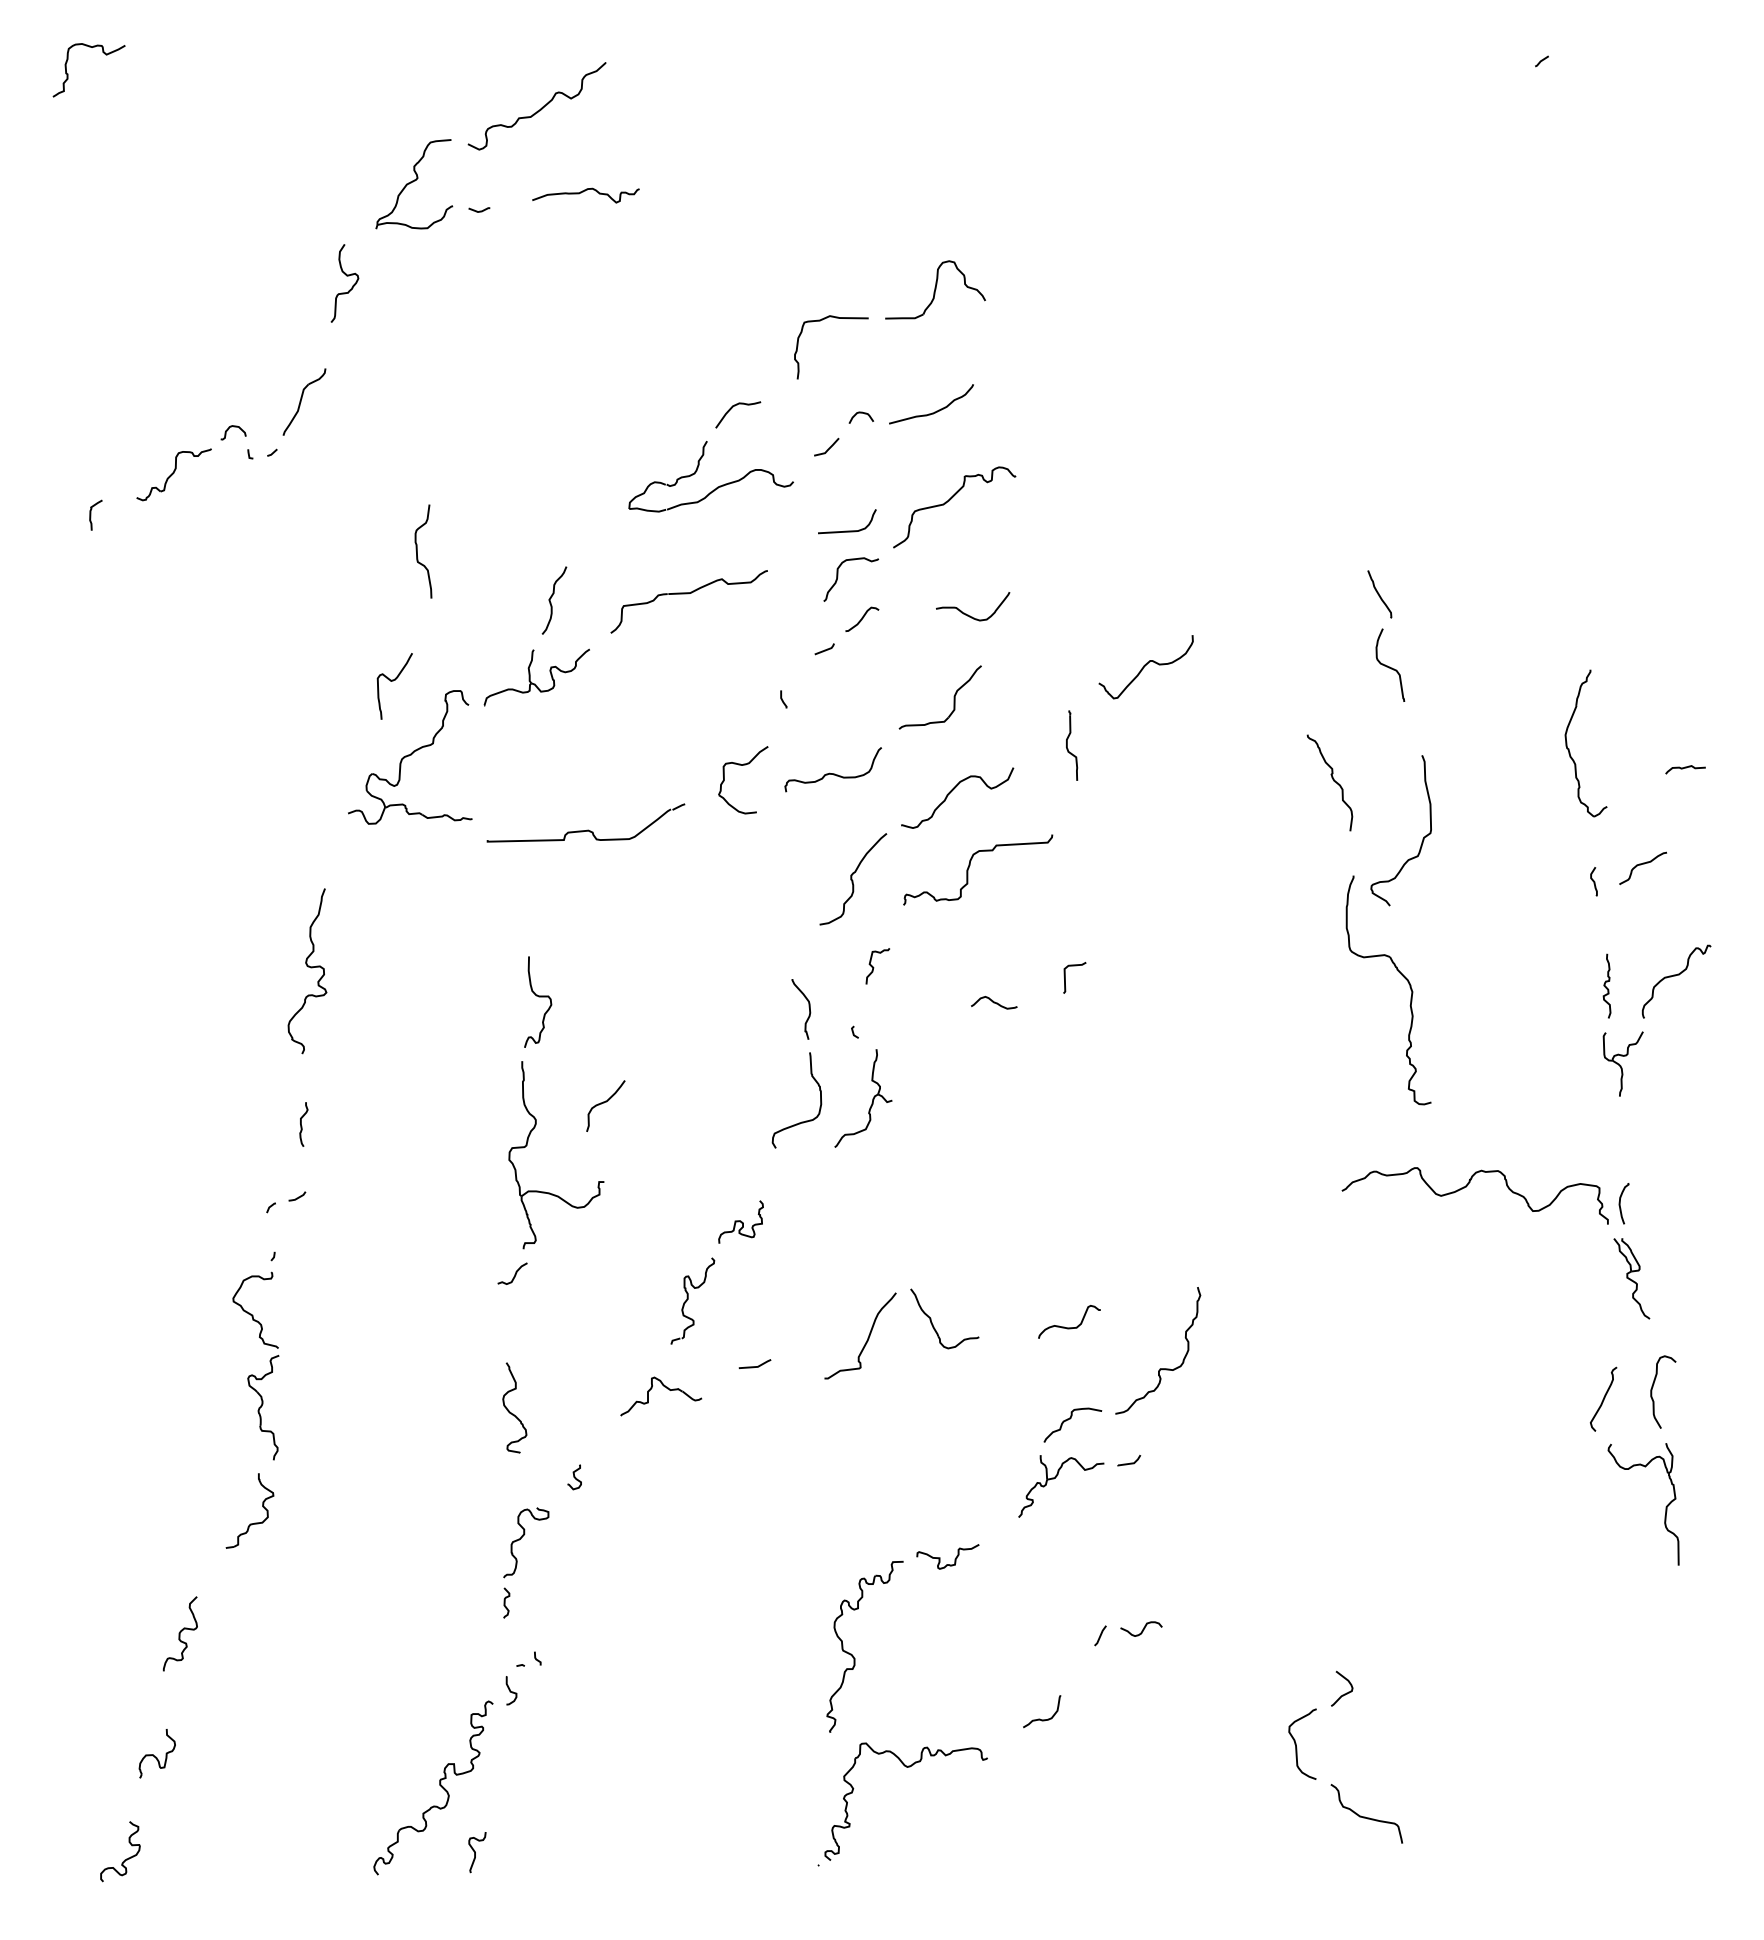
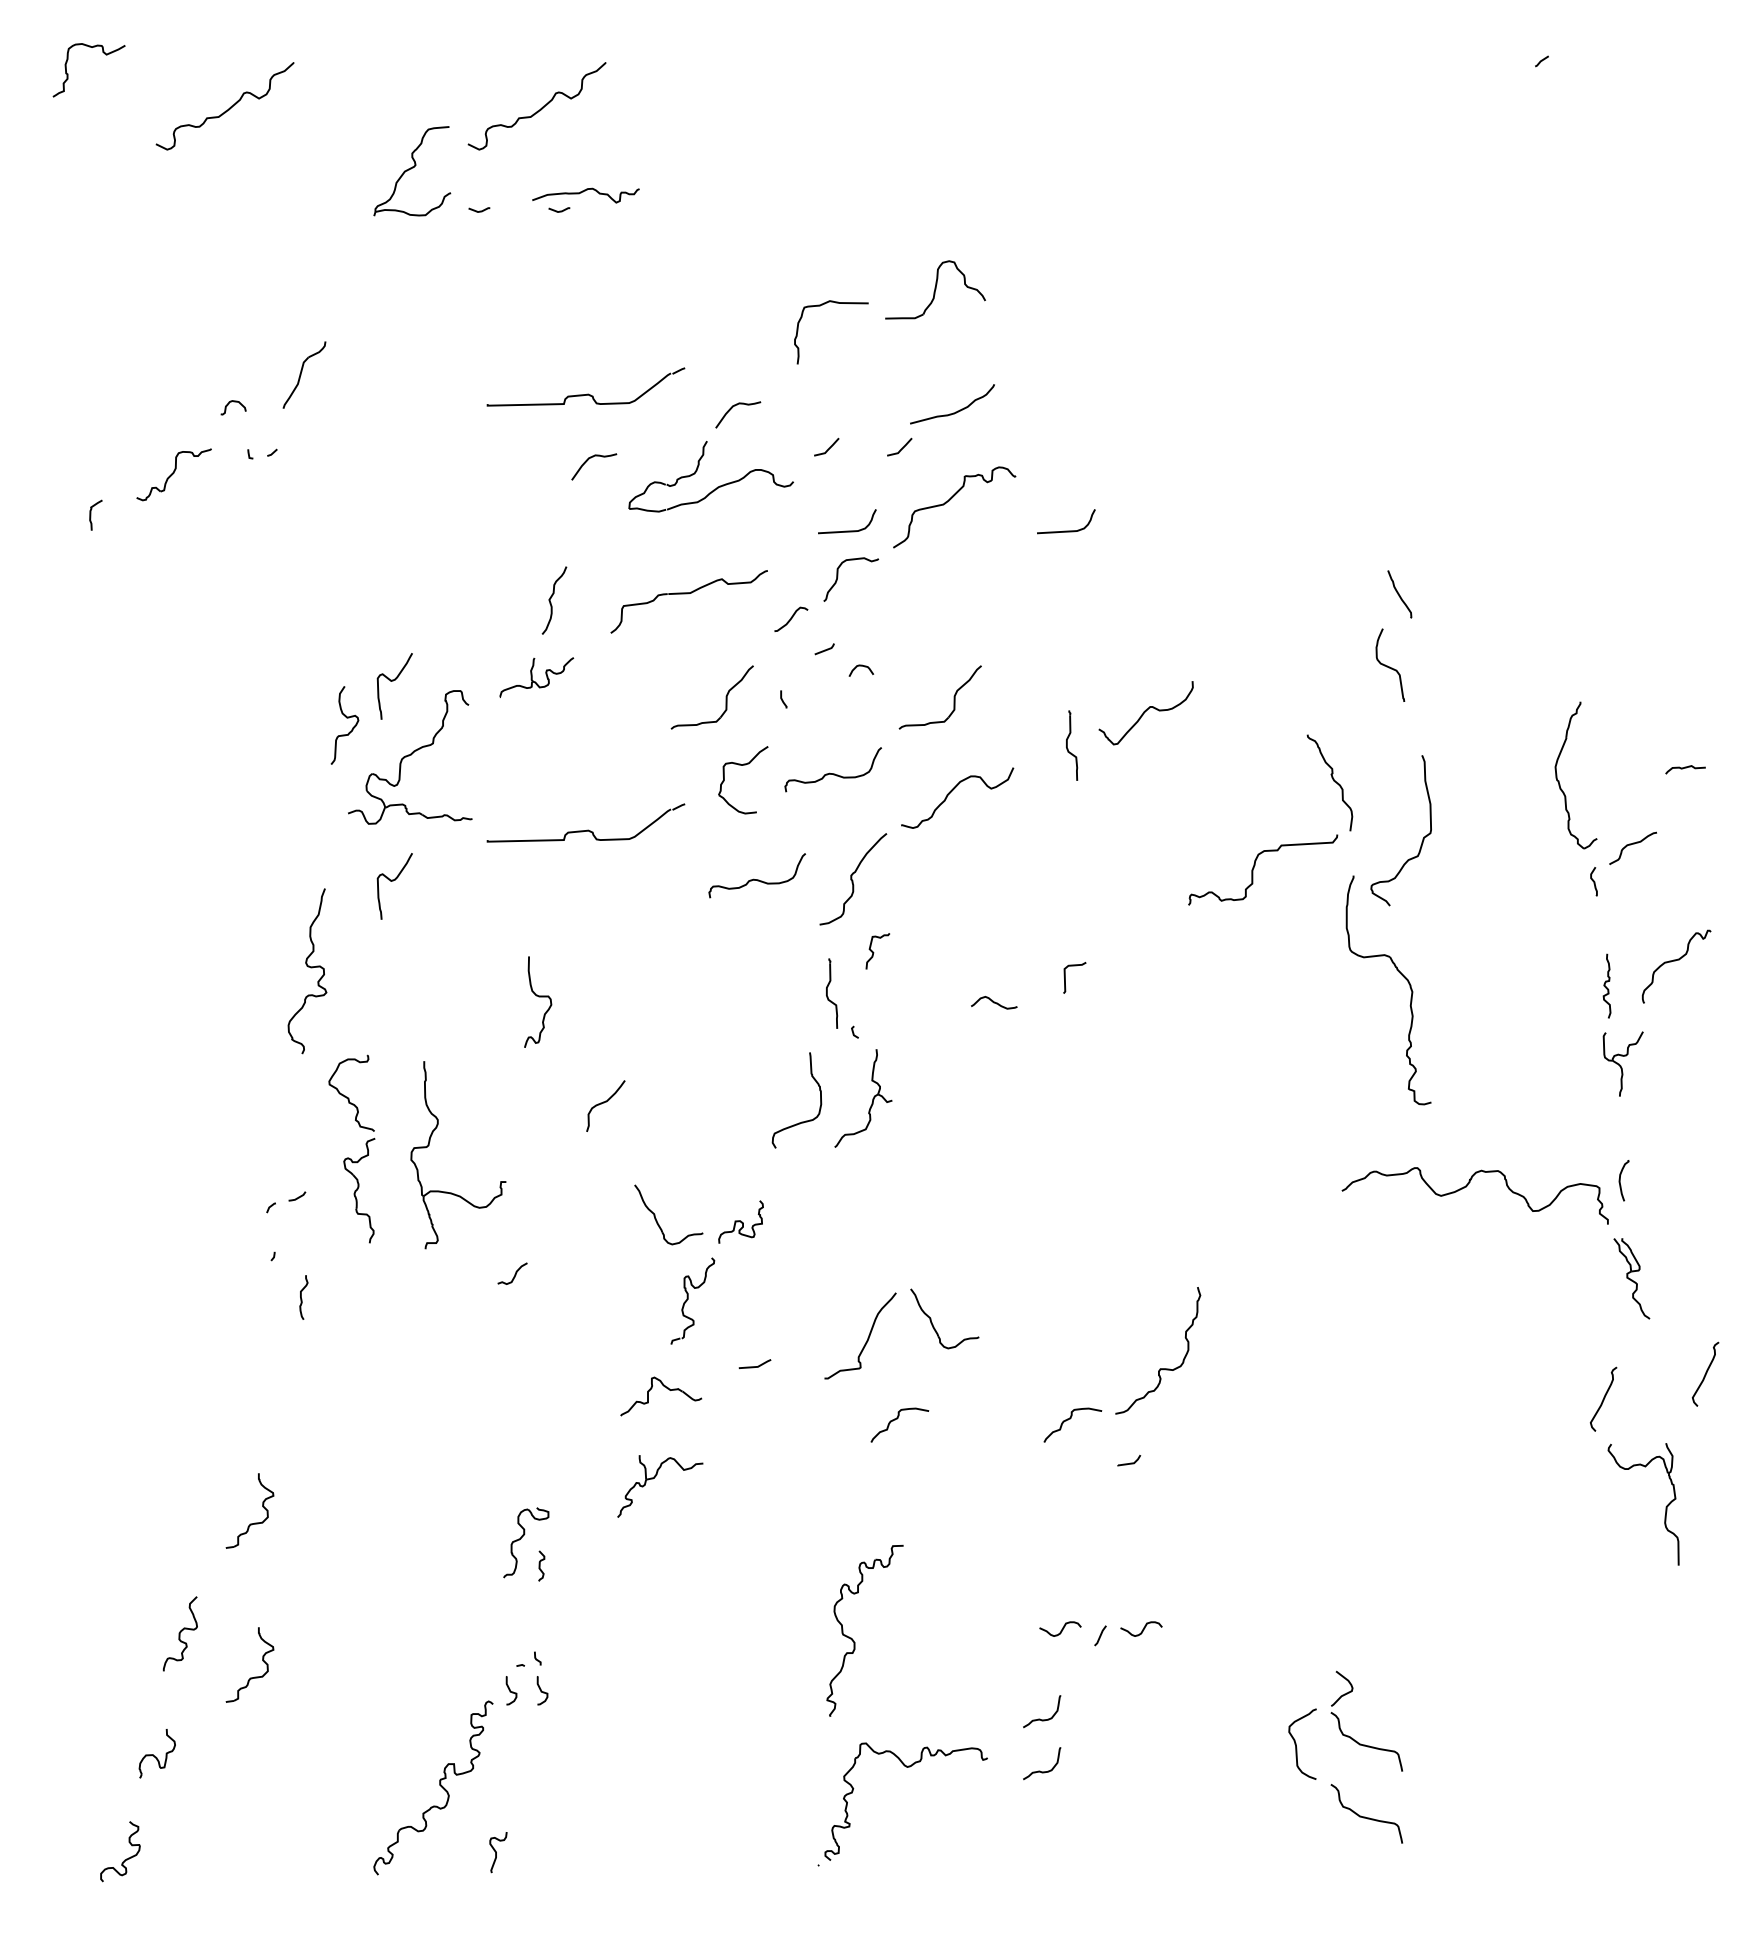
curve at (225, 110): none -> present
part at (414, 184) position: (414, 184) -> (412, 171)
curve at (559, 210): none -> present
curve at (346, 276) position: (346, 276) -> (346, 718)
curve at (820, 321) position: (820, 321) -> (820, 306)
part at (587, 393): none -> present
part at (304, 401) position: (304, 401) -> (304, 374)
curve at (934, 411) position: (934, 411) -> (955, 411)
curve at (861, 413) position: (861, 413) -> (861, 666)
curve at (233, 427) position: (233, 427) -> (233, 402)
line at (901, 448): none -> present
curve at (588, 460): none -> present
curve at (1066, 530): none -> present
curve at (417, 551): present -> none
curve at (1379, 594) position: (1379, 594) -> (1399, 594)
curve at (968, 614): present -> none
curve at (862, 618) position: (862, 618) -> (791, 618)
curve at (1145, 666) position: (1145, 666) -> (1145, 712)
part at (536, 677) size: 107x59 px -> 76x41 px
part at (725, 697): none -> present
part at (1569, 748) position: (1569, 748) -> (1559, 780)
part at (970, 865) position: (970, 865) -> (1255, 865)
curve at (1641, 865) position: (1641, 865) -> (1631, 845)
curve at (756, 879): none -> present
curve at (393, 881): none -> present
curve at (874, 967) position: (874, 967) -> (874, 952)
curve at (1675, 976) position: (1675, 976) -> (1675, 961)
part at (832, 993): none -> present
curve at (808, 1007): present -> none
curve at (301, 1124) position: (301, 1124) -> (301, 1297)
part at (527, 1145) position: (527, 1145) -> (429, 1145)
curve at (1620, 1203) position: (1620, 1203) -> (1620, 1180)
part at (657, 1220): none -> present
curve at (1069, 1327): present -> none
curve at (1705, 1373): none -> present
part at (253, 1374) position: (253, 1374) -> (349, 1157)
curve at (1653, 1387): present -> none
curve at (510, 1411): present -> none
curve at (897, 1419): none -> present
curve at (574, 1477): present -> none
part at (1054, 1479) position: (1054, 1479) -> (653, 1479)
curve at (940, 1557): present -> none
curve at (505, 1602) position: (505, 1602) -> (540, 1565)
curve at (1061, 1629): none -> present
part at (854, 1656) position: (854, 1656) -> (854, 1640)
part at (254, 1676): none -> present
curve at (541, 1690): none -> present
curve at (1365, 1744): none -> present
curve at (1040, 1770): none -> present
curve at (475, 1852) position: (475, 1852) -> (496, 1852)
